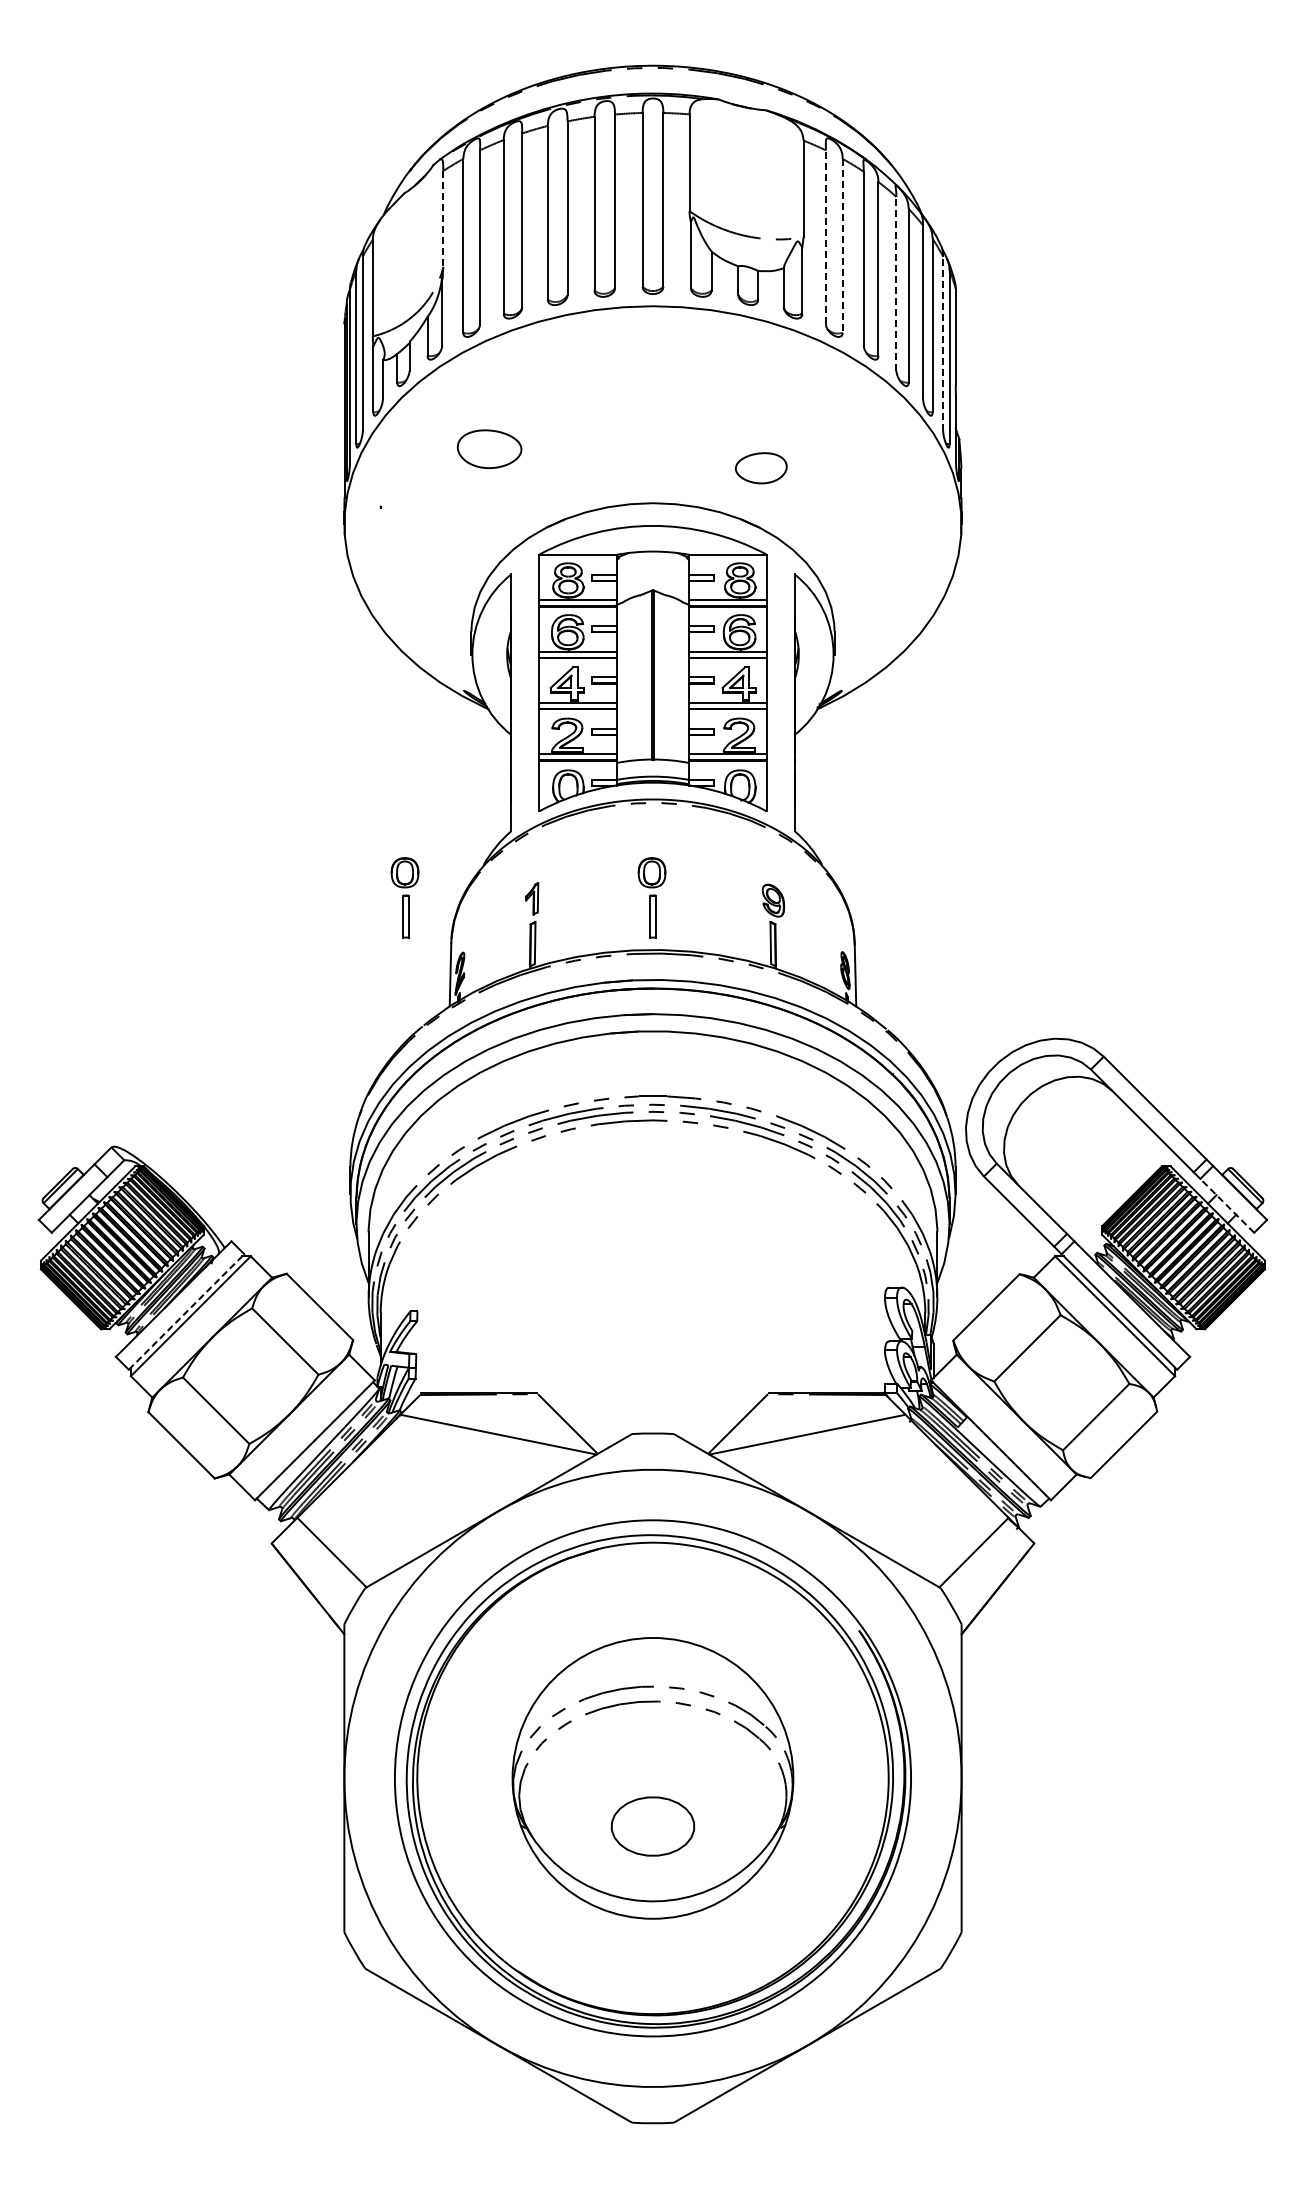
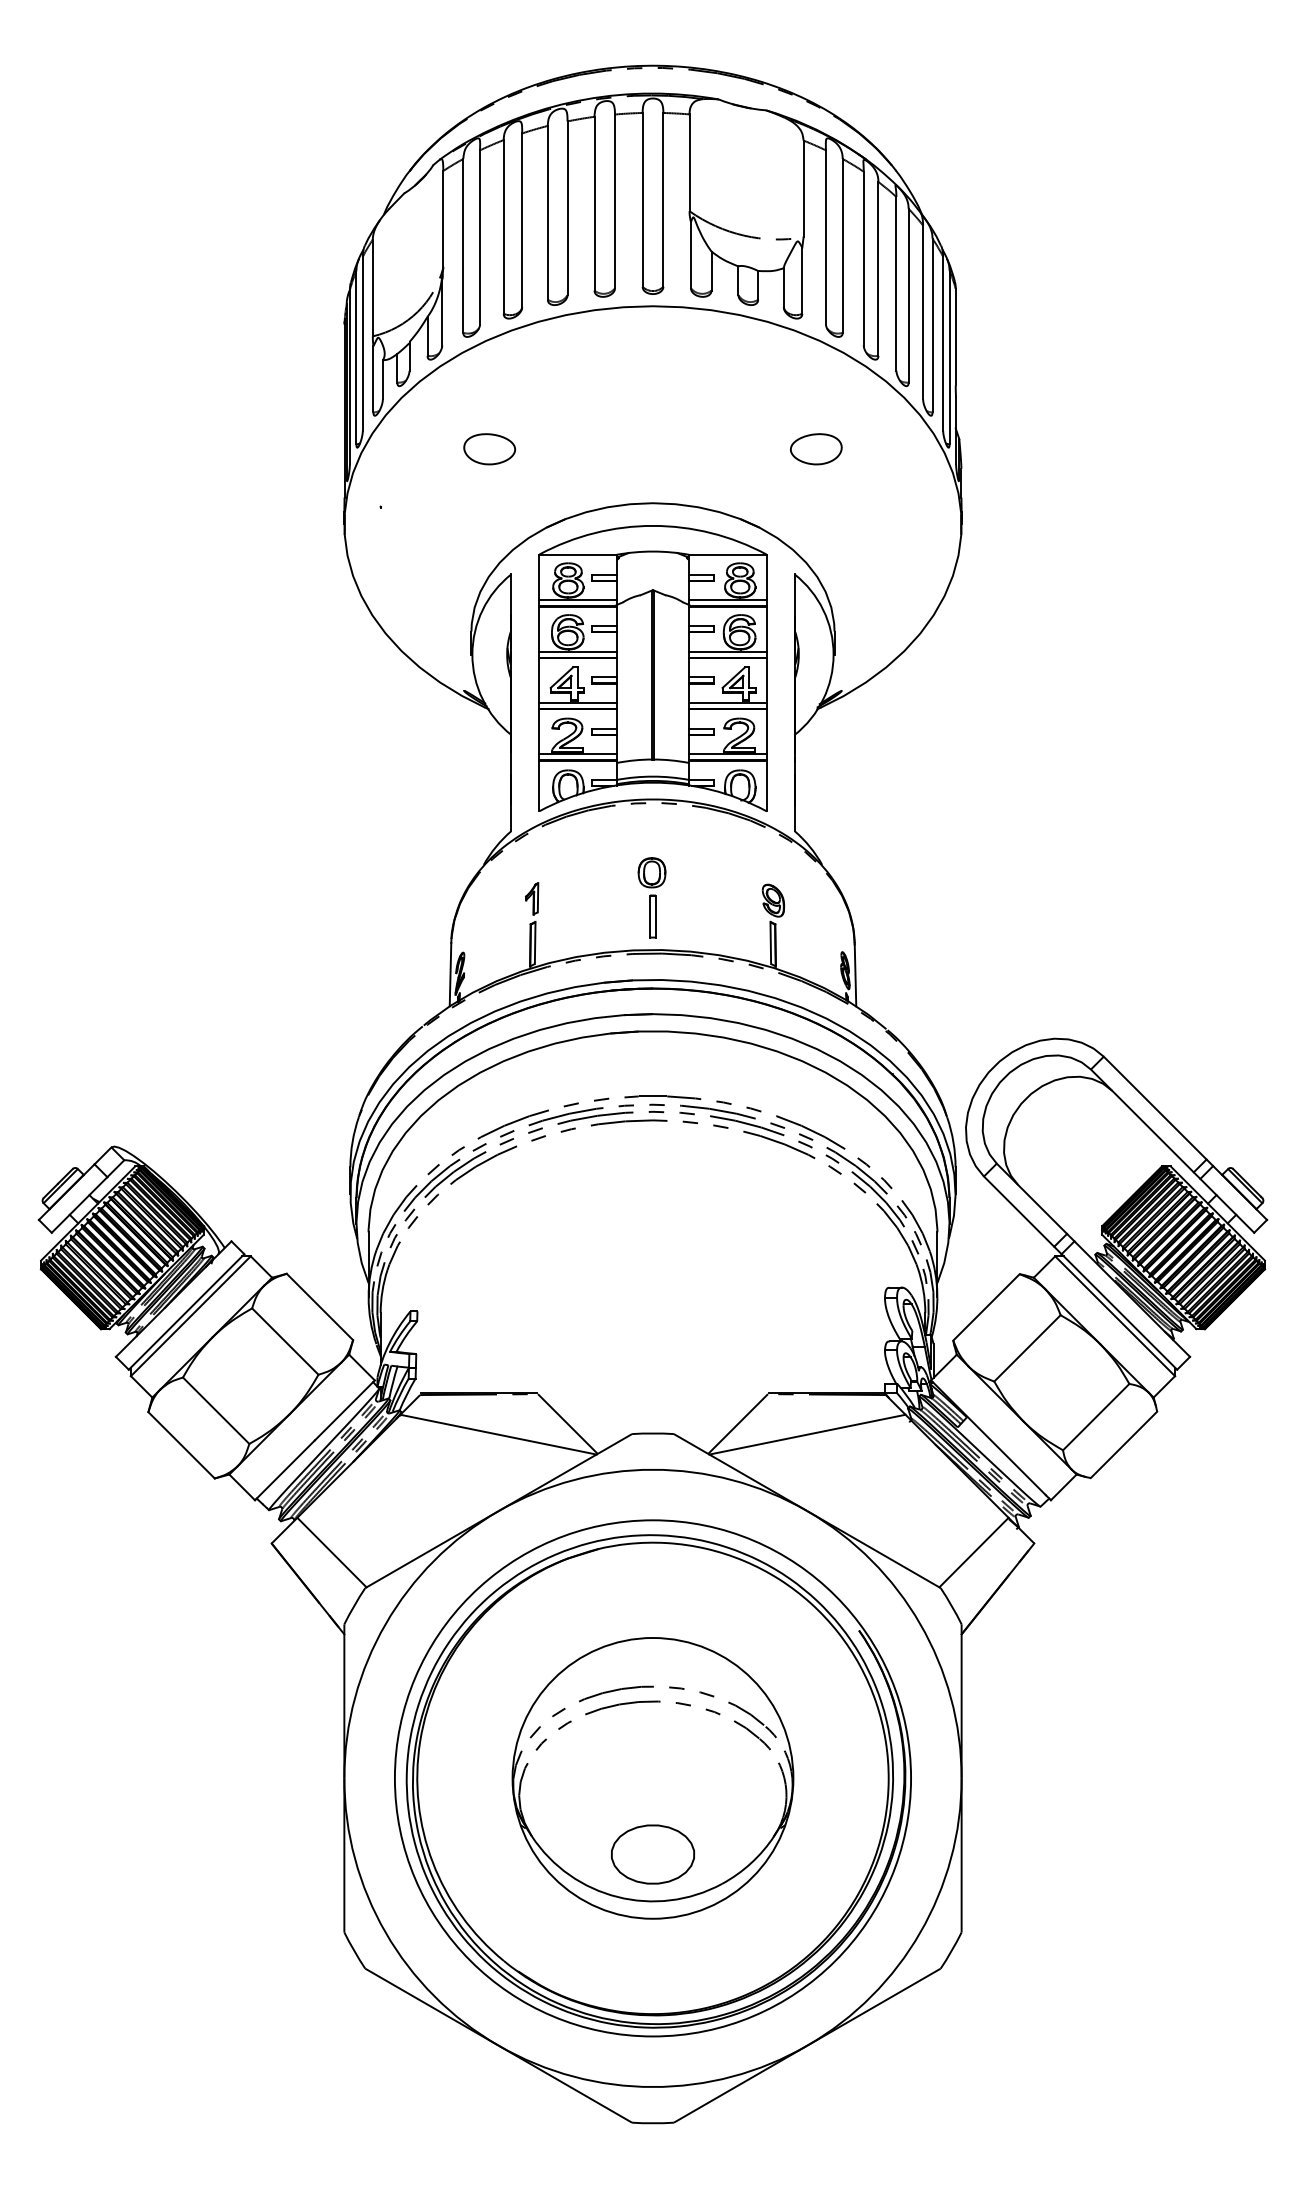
line at (443, 219): dashed -> solid
line at (825, 237): dashed -> solid
line at (842, 245): dashed -> solid
line at (896, 283): dashed -> solid
line at (943, 343): dashed -> solid
part at (489, 449) size: 67x41 px -> 54x33 px
part at (761, 468) position: (761, 468) -> (816, 449)
part at (404, 897): present -> none
line at (1226, 1205): dashed -> solid
line at (186, 1311): dashed -> solid
part at (652, 1826) position: (652, 1826) -> (652, 1854)
